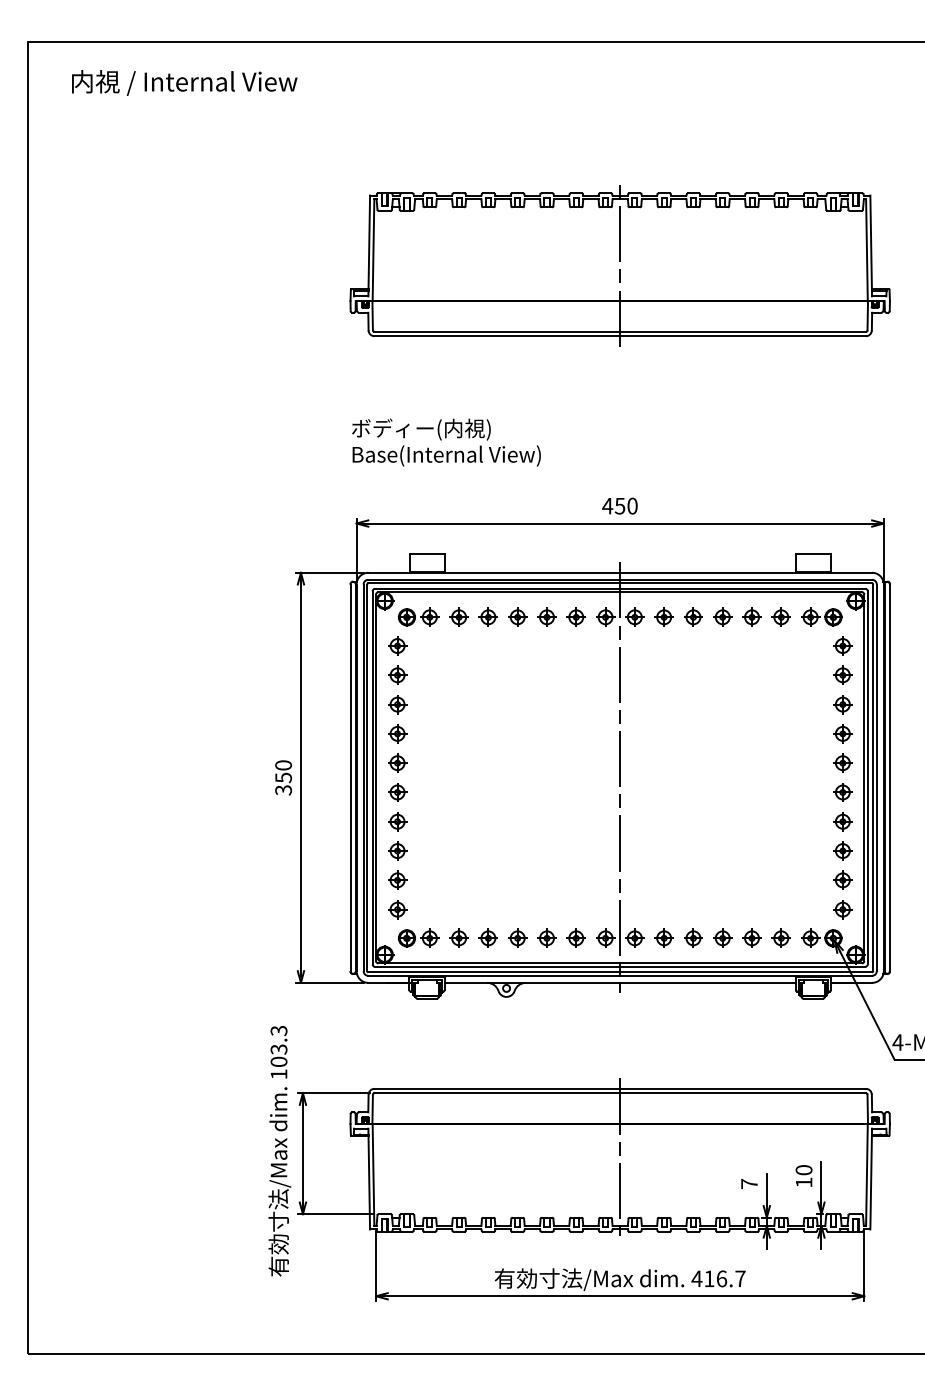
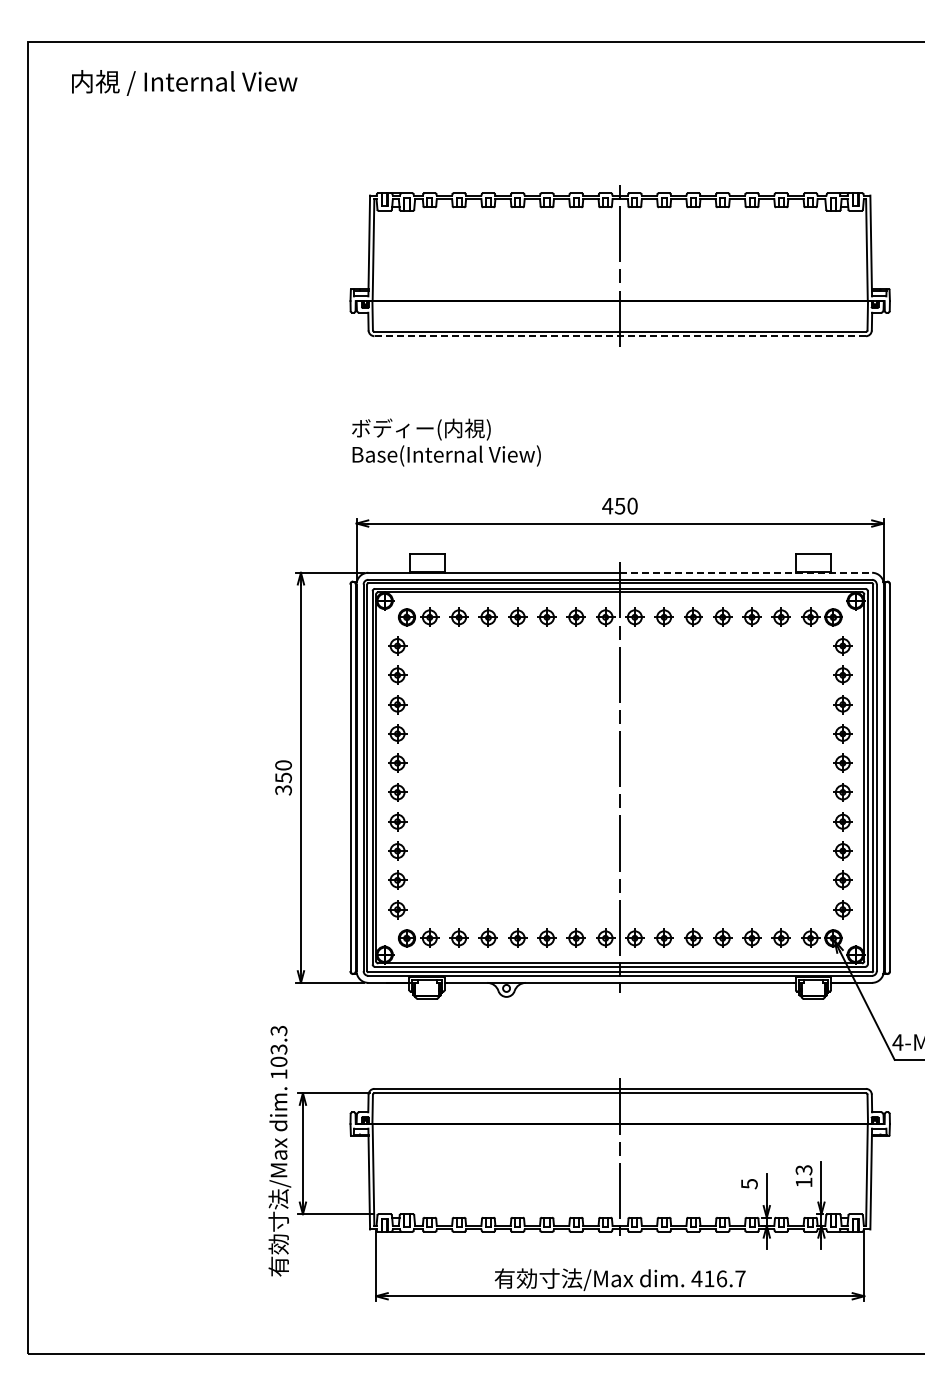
line at (620, 336): solid -> dashed
line at (746, 572): solid -> dashed
text at (803, 1170): 10 -> 13
text at (749, 1183): 7 -> 5
